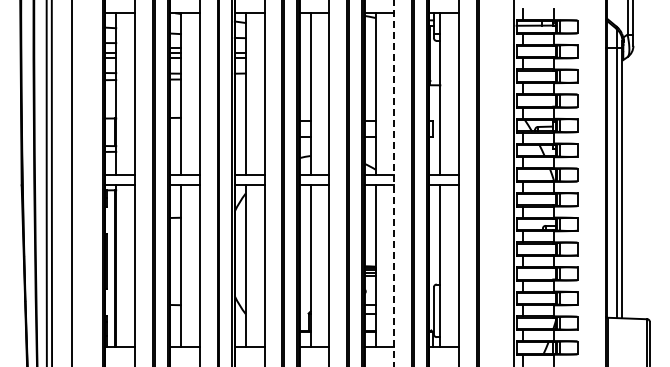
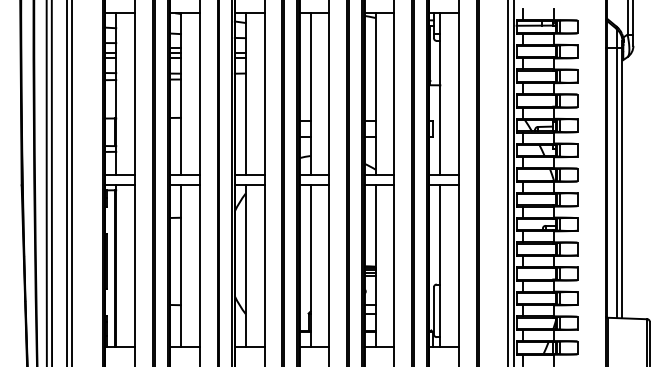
line at (66, 182): none -> present
line at (507, 182): none -> present
line at (394, 183): dashed -> solid
